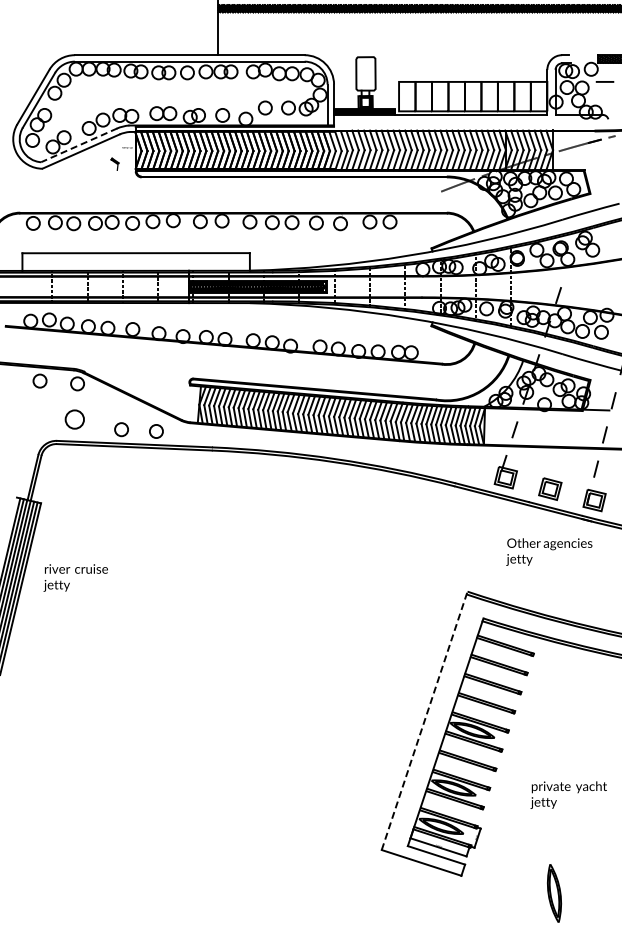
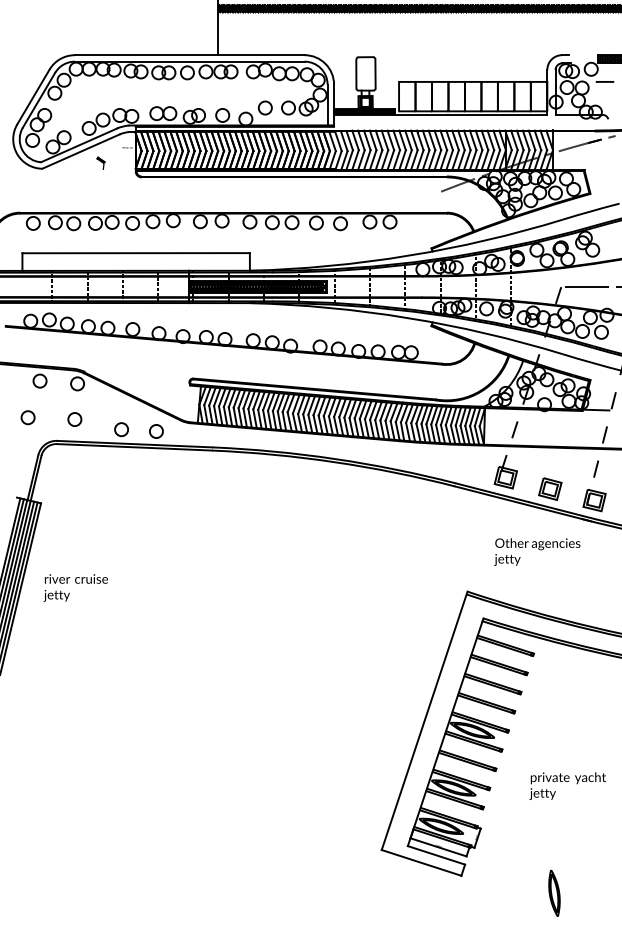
line at (79, 145): dashed -> solid
part at (114, 163) position: (114, 163) -> (100, 162)
line at (591, 287): none -> present
circle at (27, 417): none -> present
circle at (74, 419) size: 21x21 px -> 16x15 px
text at (549, 551) position: (549, 551) -> (537, 551)
text at (75, 577) position: (75, 577) -> (75, 587)
line at (424, 720): dashed -> solid
text at (568, 794) position: (568, 794) -> (567, 785)
part at (554, 893) size: 16x59 px -> 13x48 px
